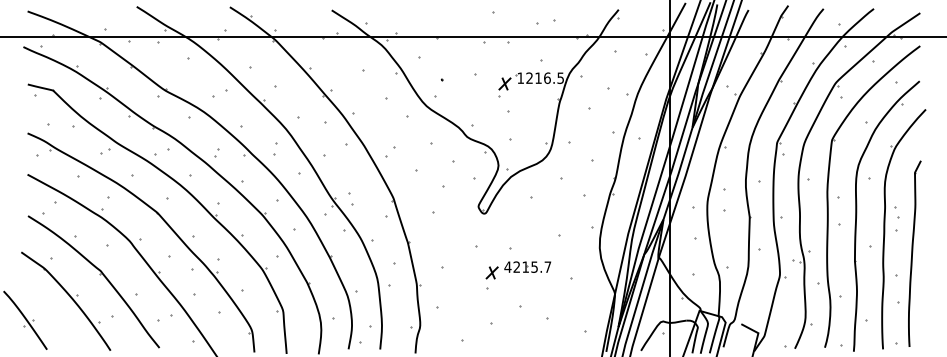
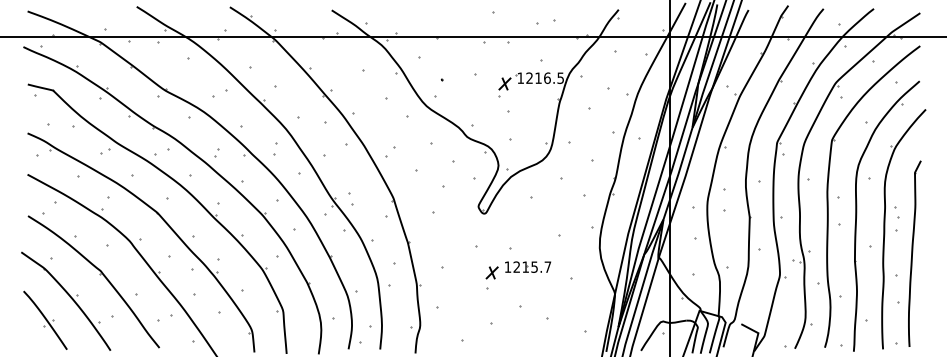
text at (507, 266): 4215.7 -> 1215.7
part at (25, 319) position: (25, 319) -> (45, 319)
